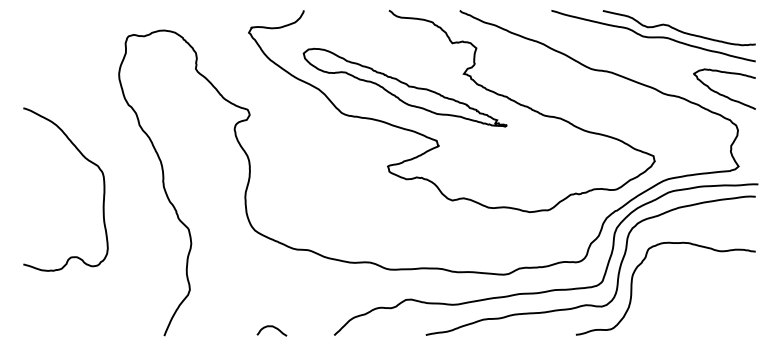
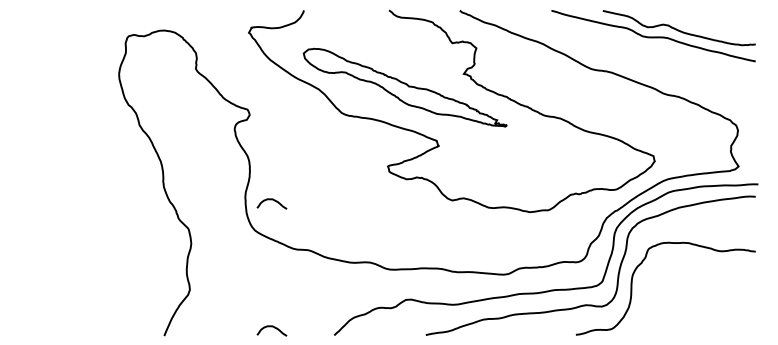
curve at (723, 94): present -> none
curve at (85, 159): present -> none
curve at (271, 200): none -> present
